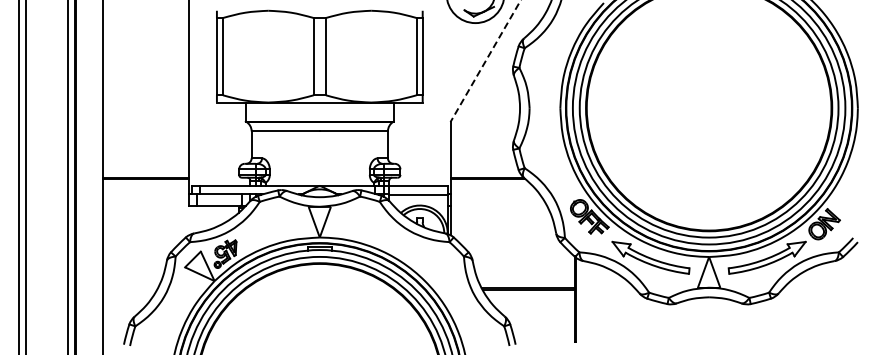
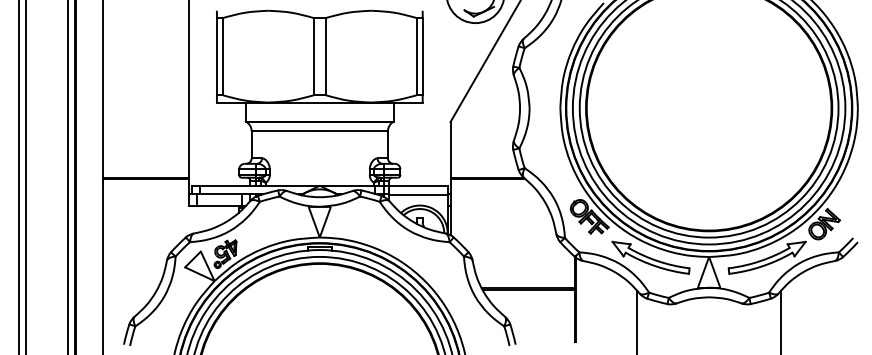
line at (485, 61): dashed -> solid
line at (636, 320): none -> present
line at (781, 320): none -> present
